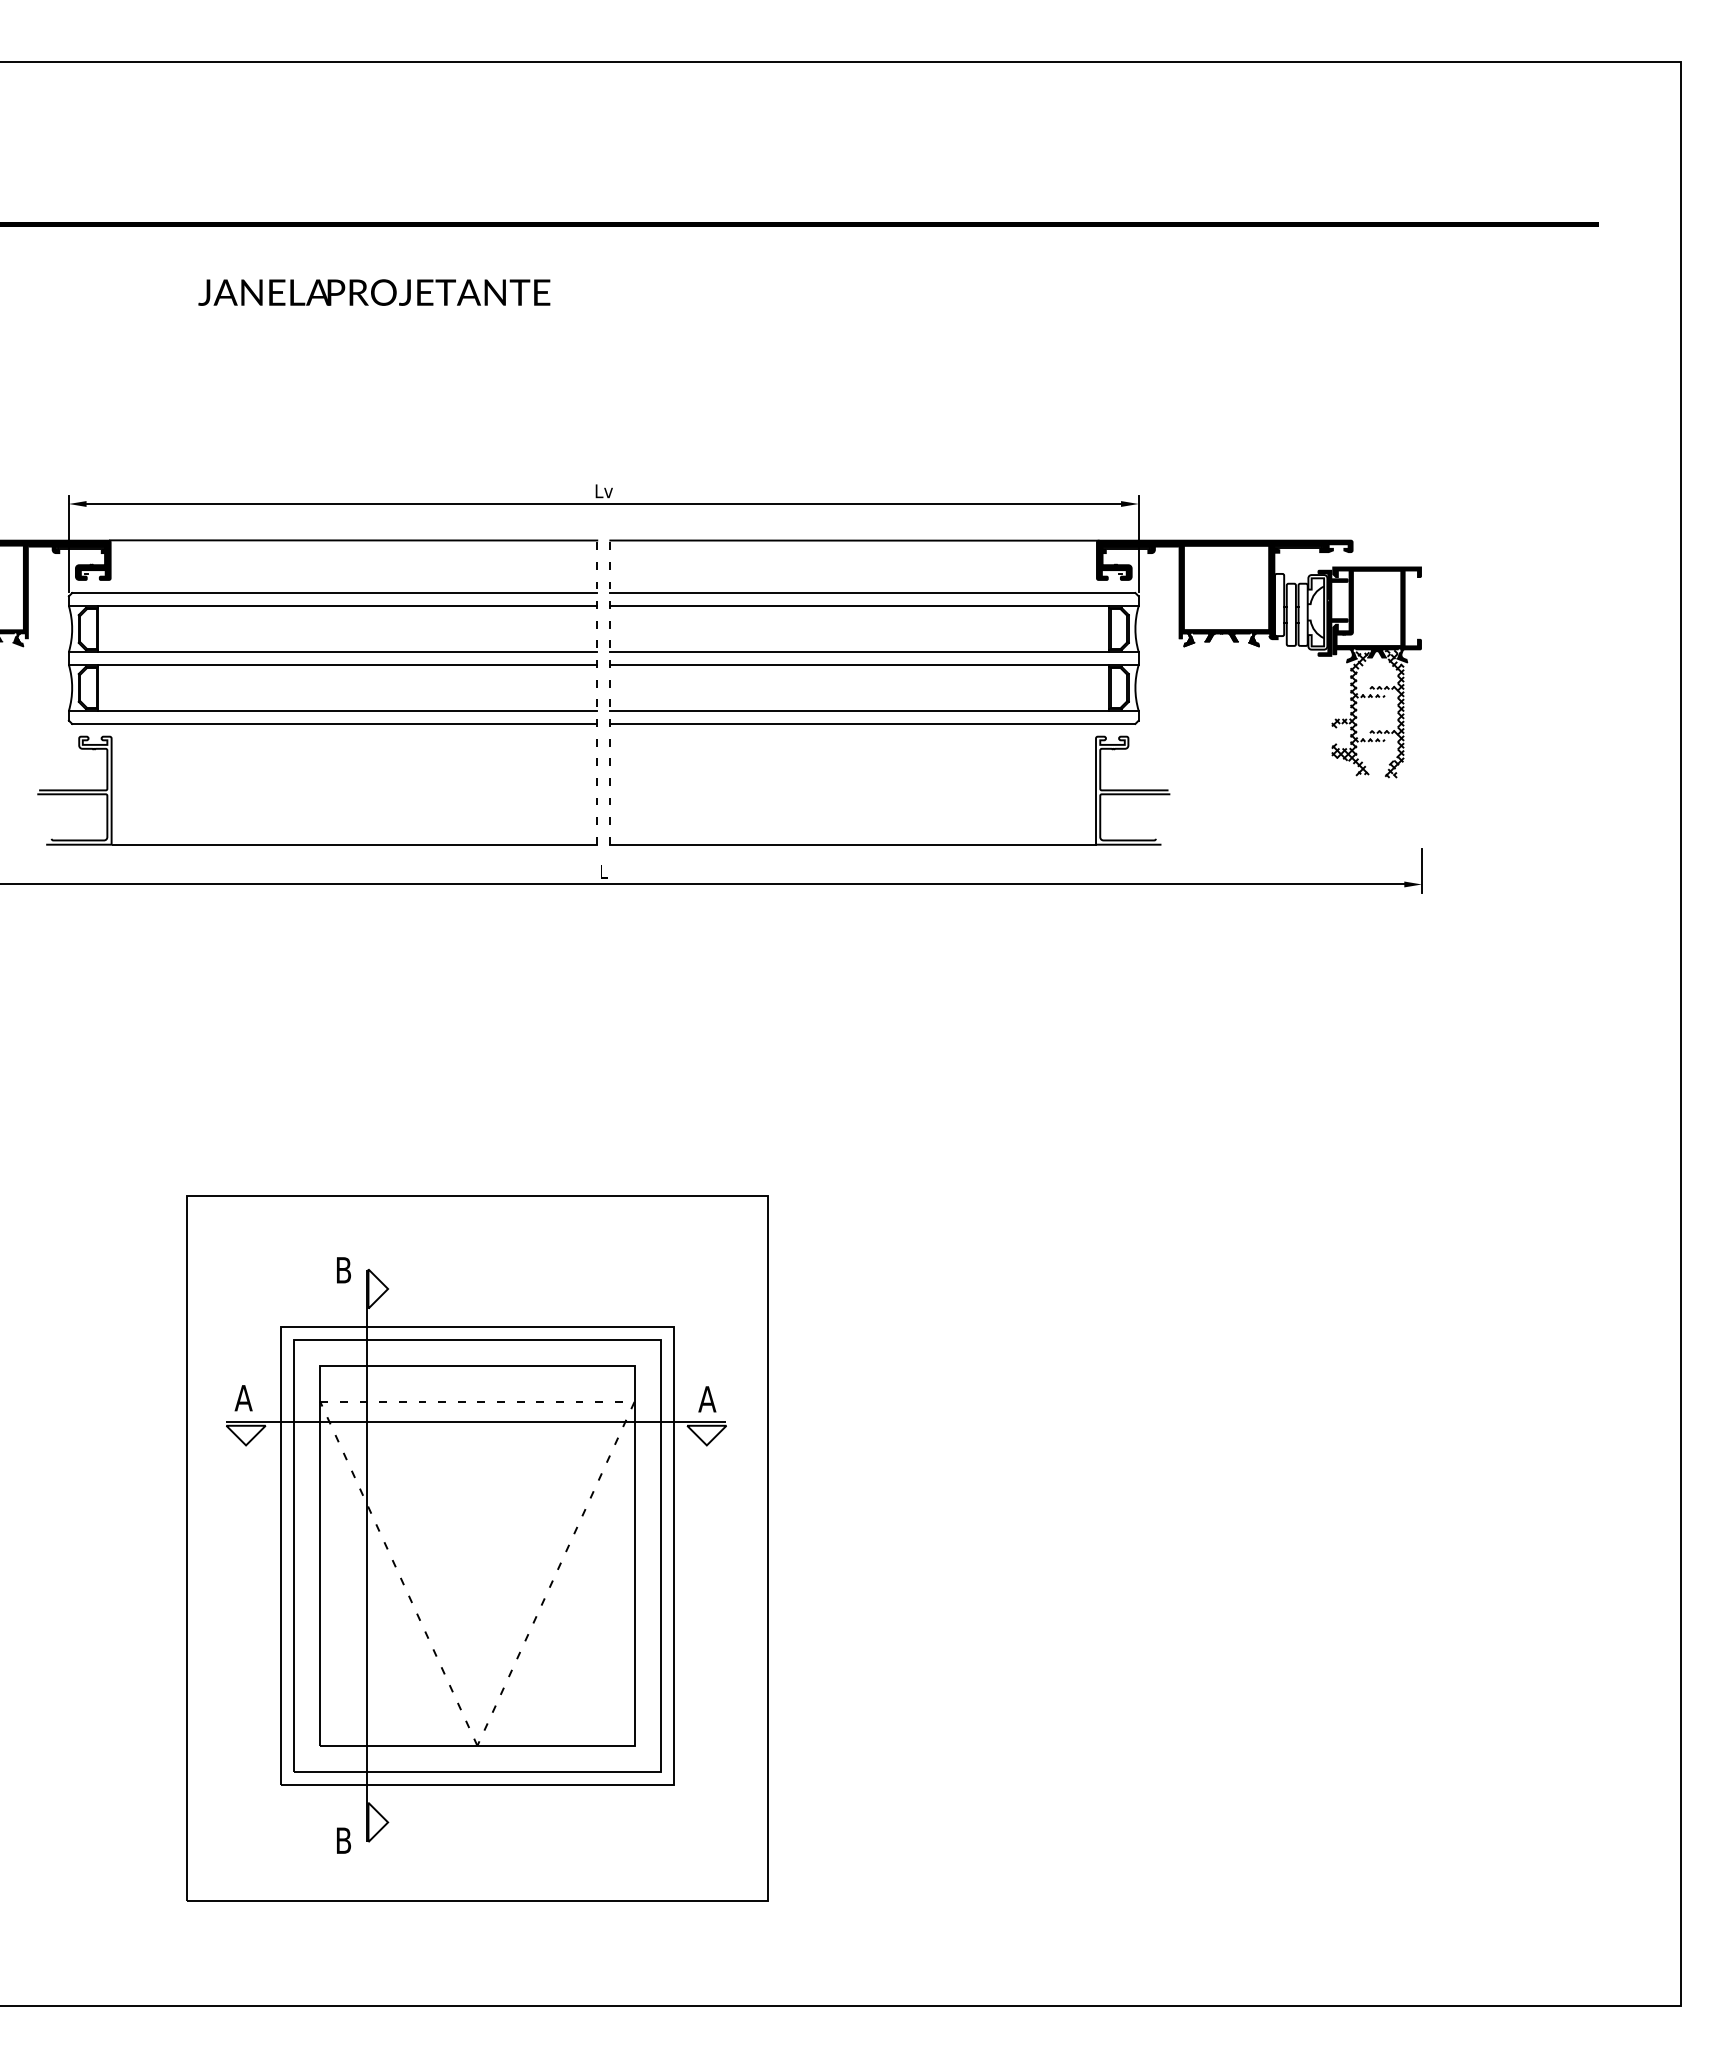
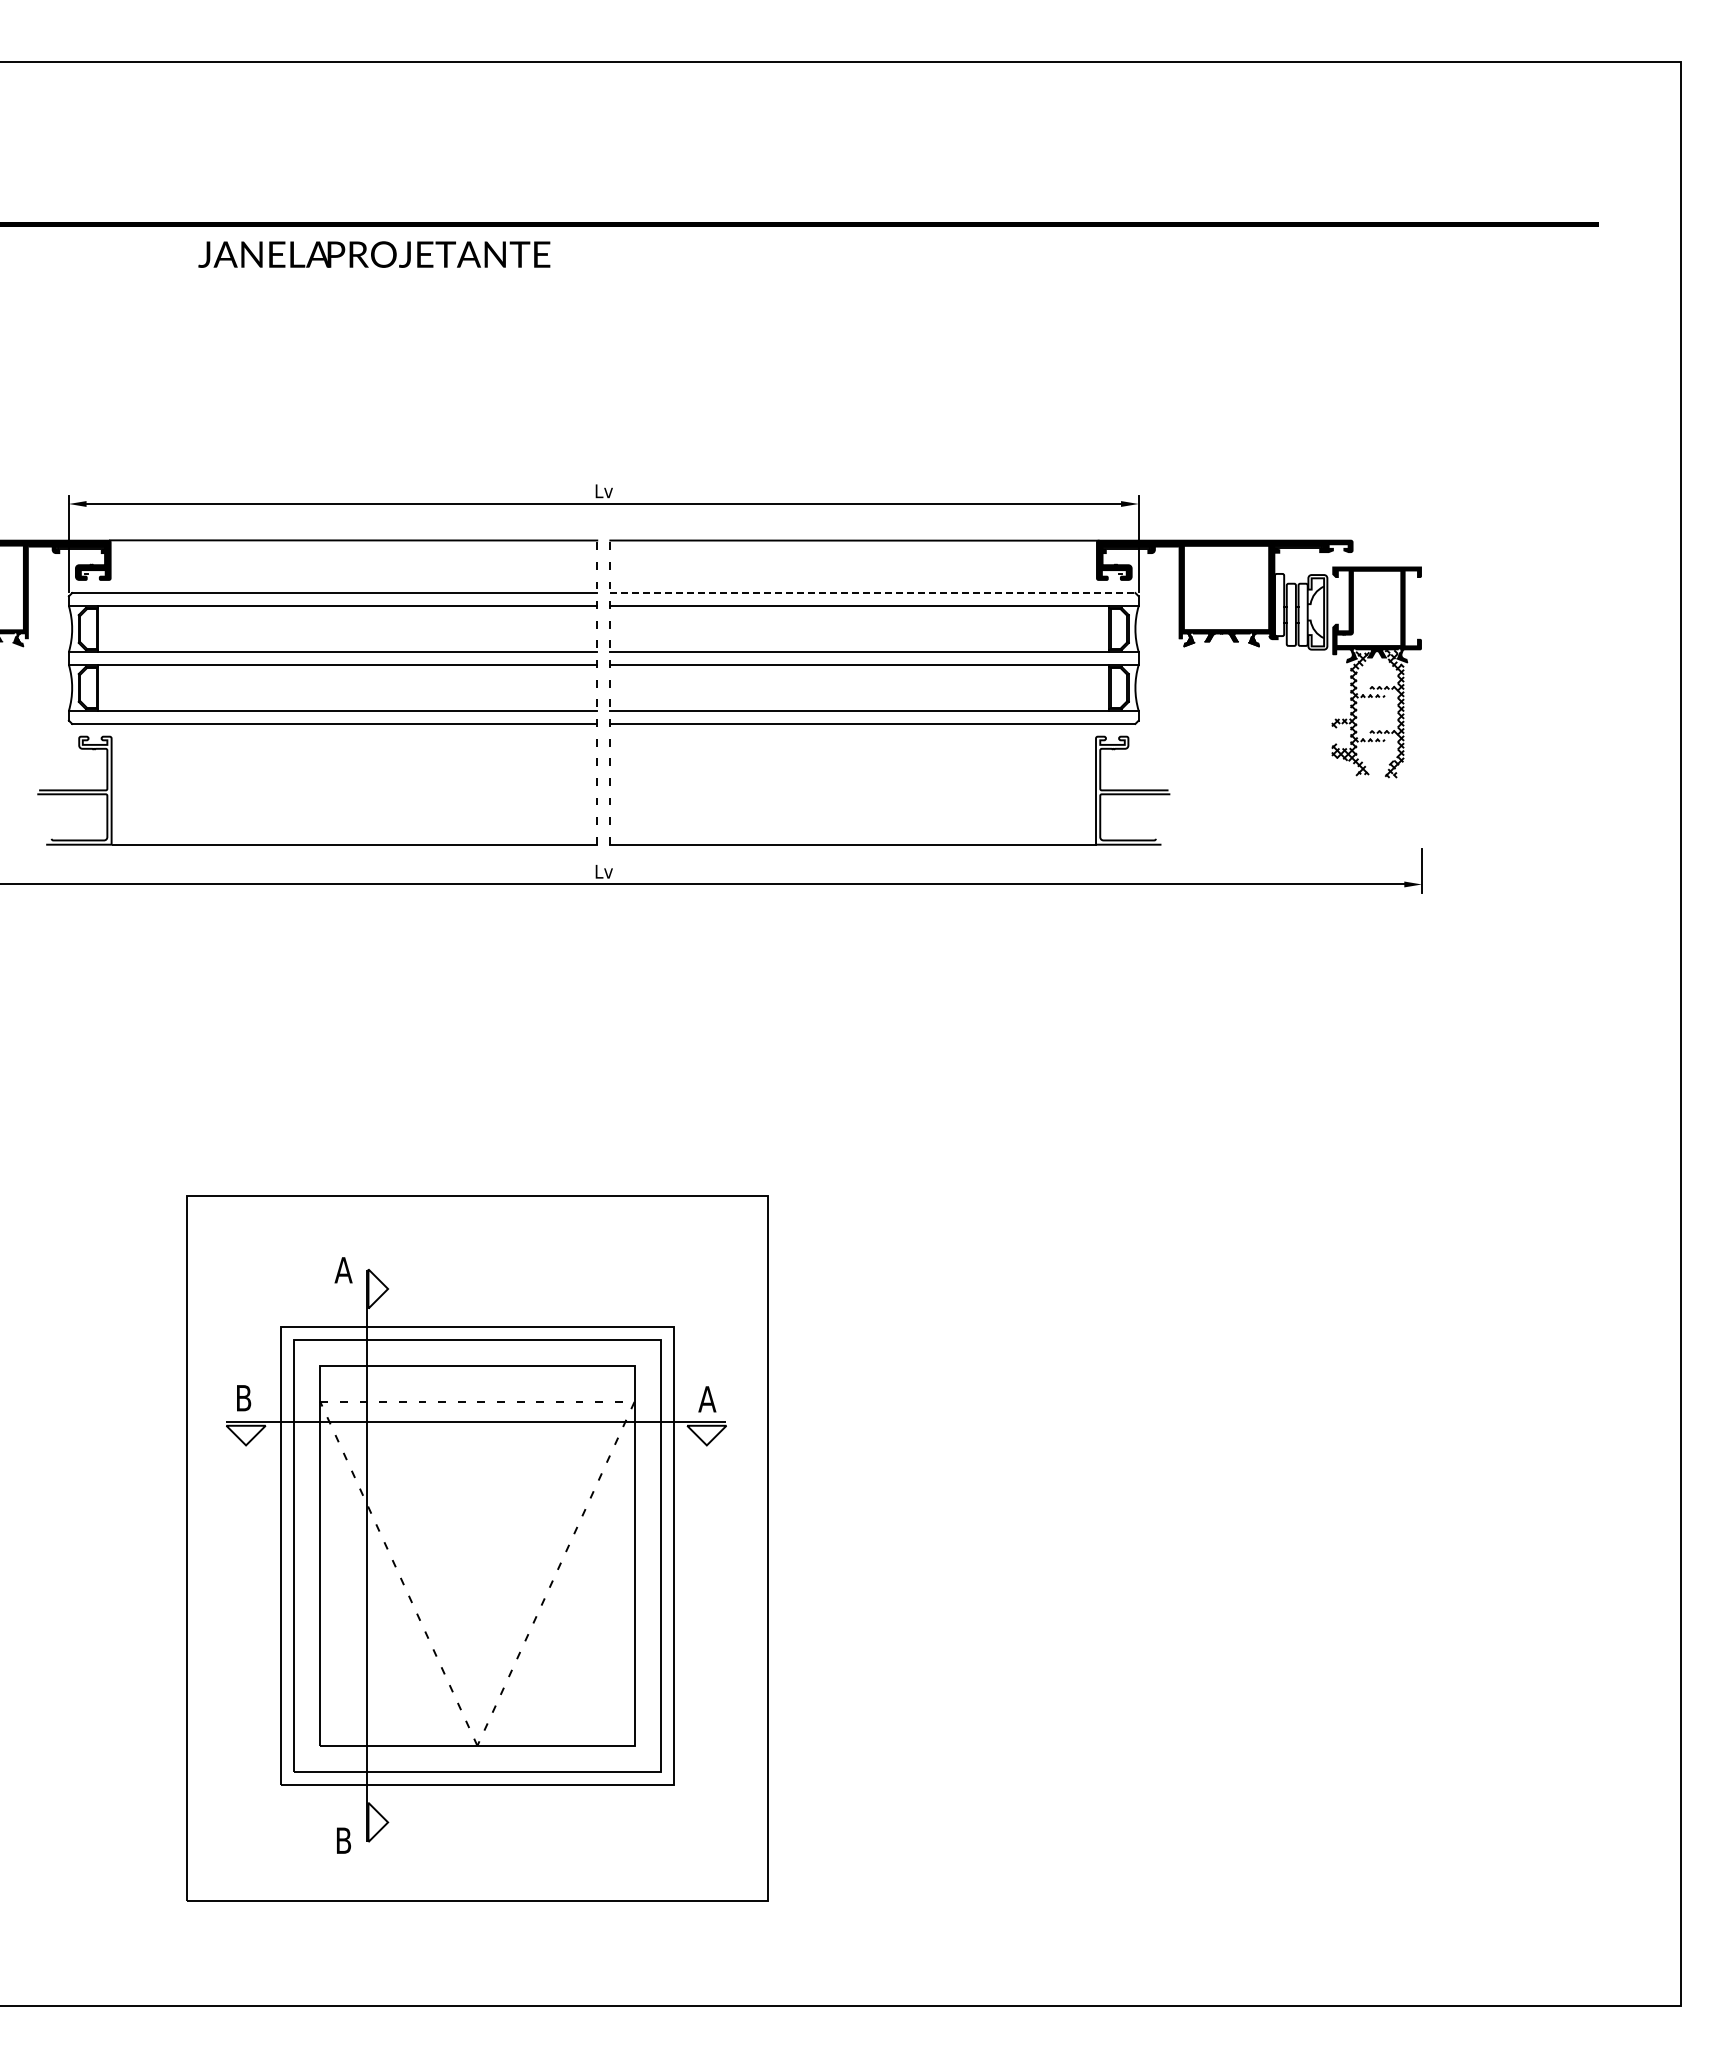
text at (374, 292) position: (374, 292) -> (374, 254)
line at (872, 593): solid -> dashed
fill at (1332, 612): present -> none
text at (603, 871): L -> Lv
text at (343, 1270): B -> A
text at (243, 1398): A -> B
